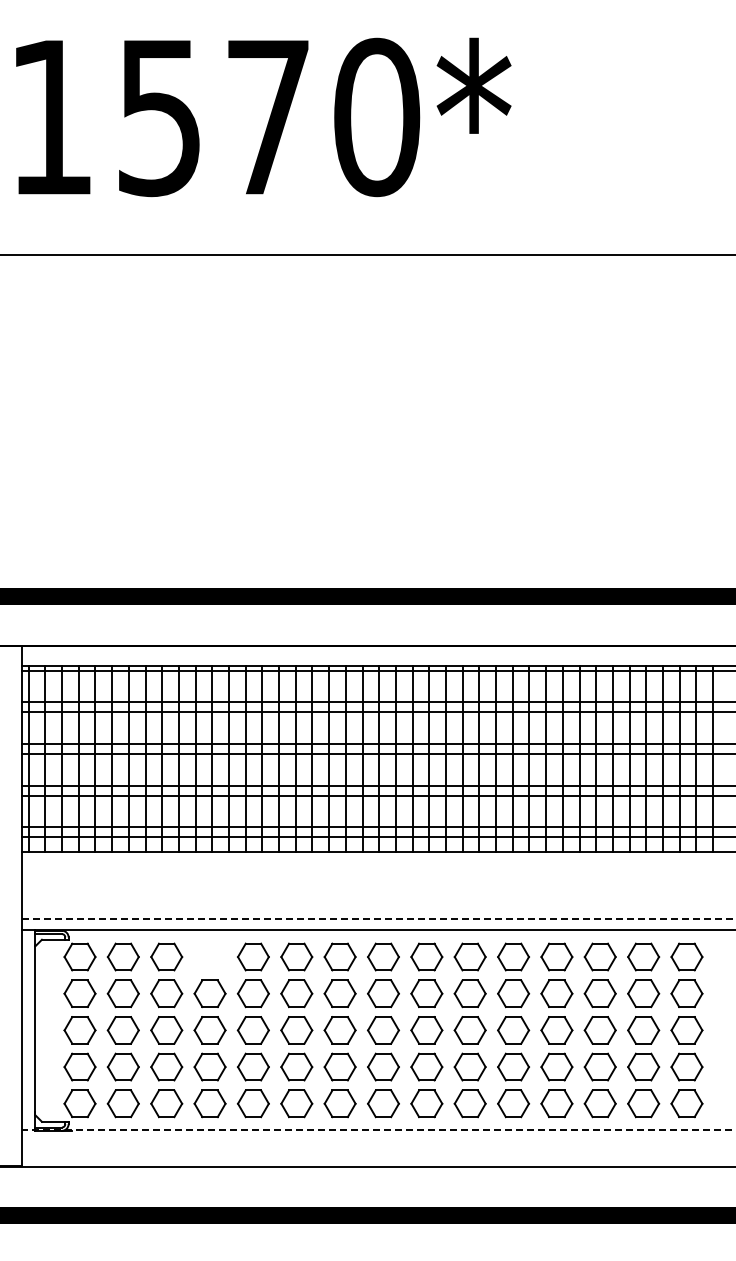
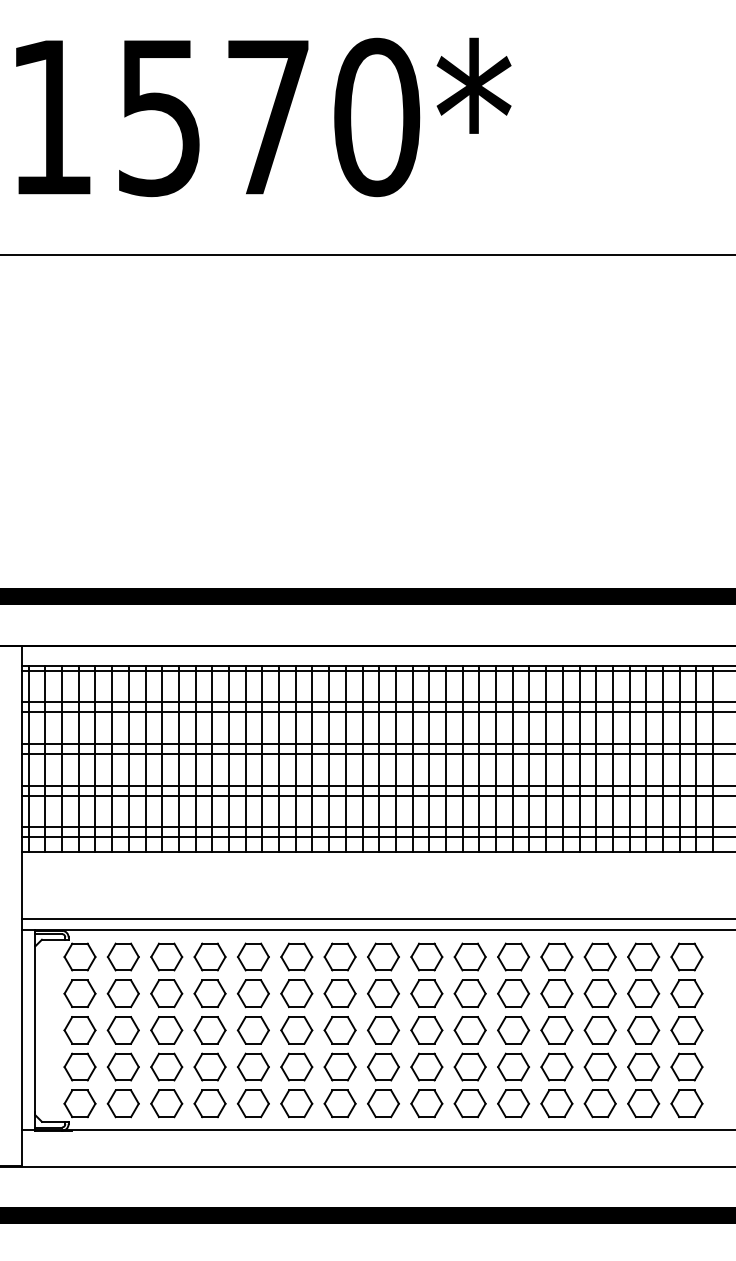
line at (378, 919): dashed -> solid
part at (209, 956): none -> present
line at (378, 1130): dashed -> solid
